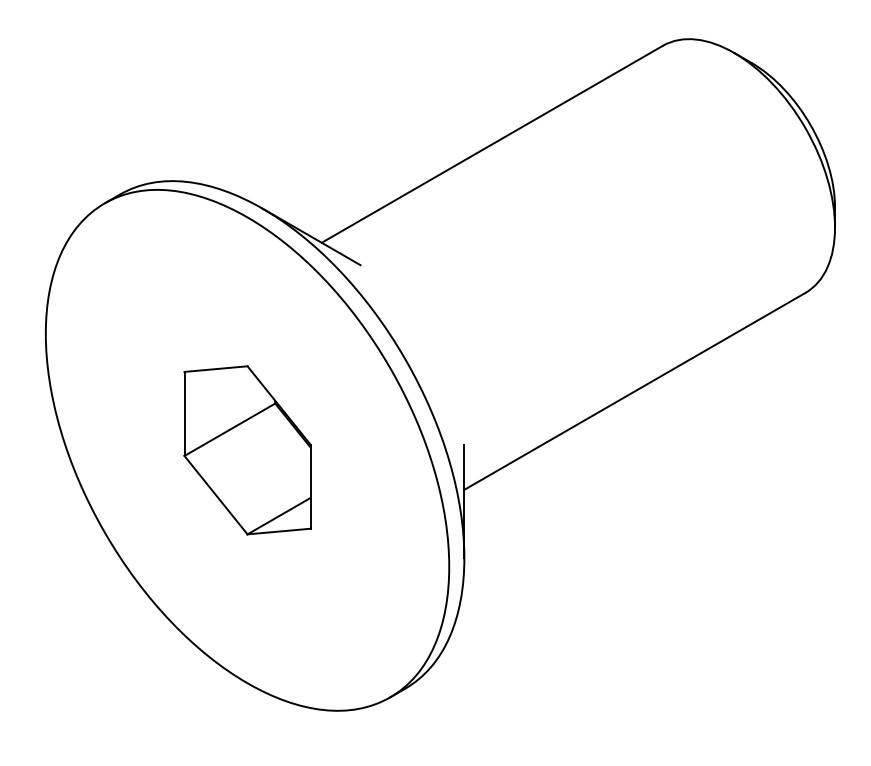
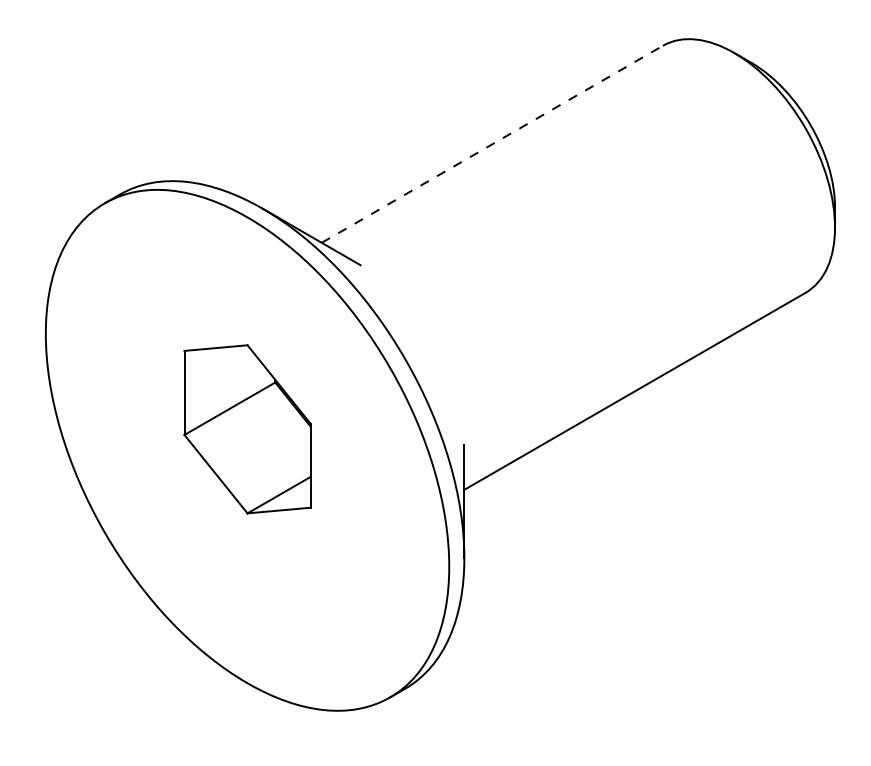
line at (492, 144): solid -> dashed
part at (247, 450) position: (247, 450) -> (247, 429)
